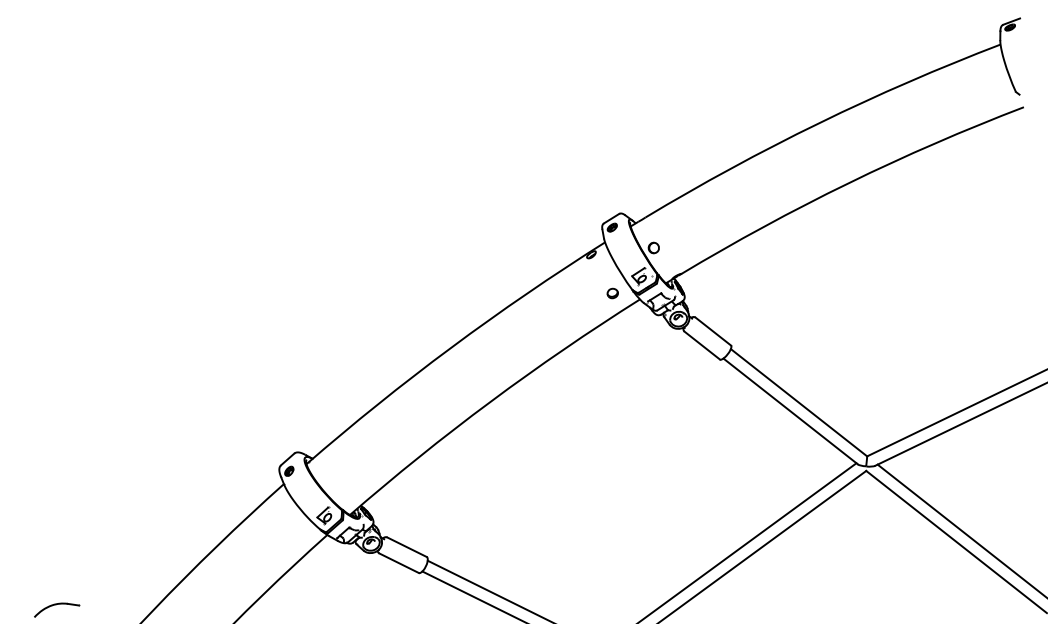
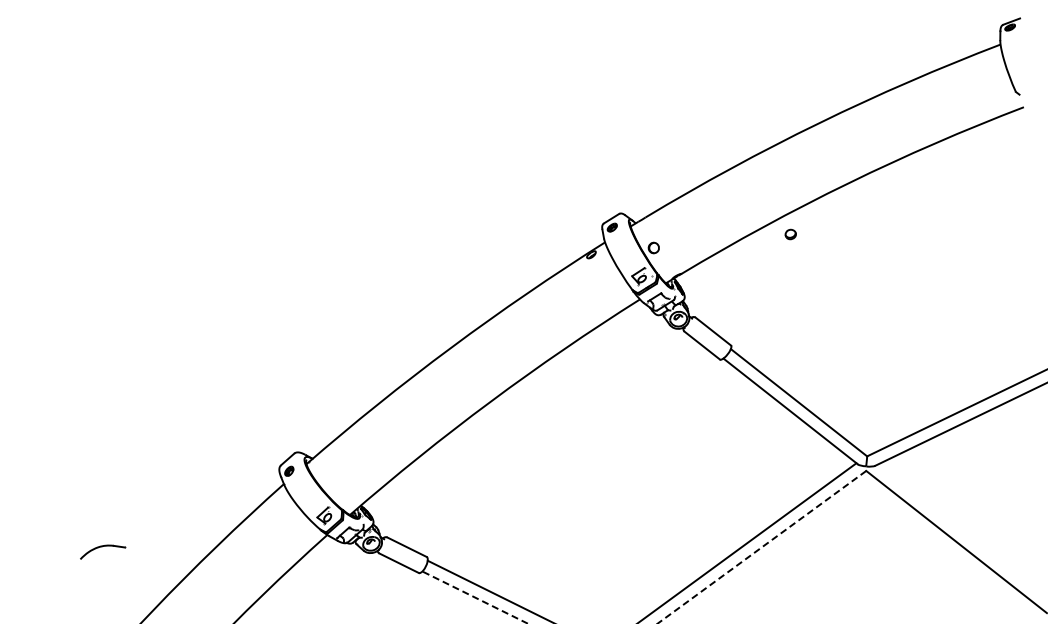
part at (612, 293) position: (612, 293) -> (790, 234)
line at (960, 529): present -> none
line at (761, 547): solid -> dashed
line at (475, 597): solid -> dashed
part at (57, 609) position: (57, 609) -> (103, 551)
